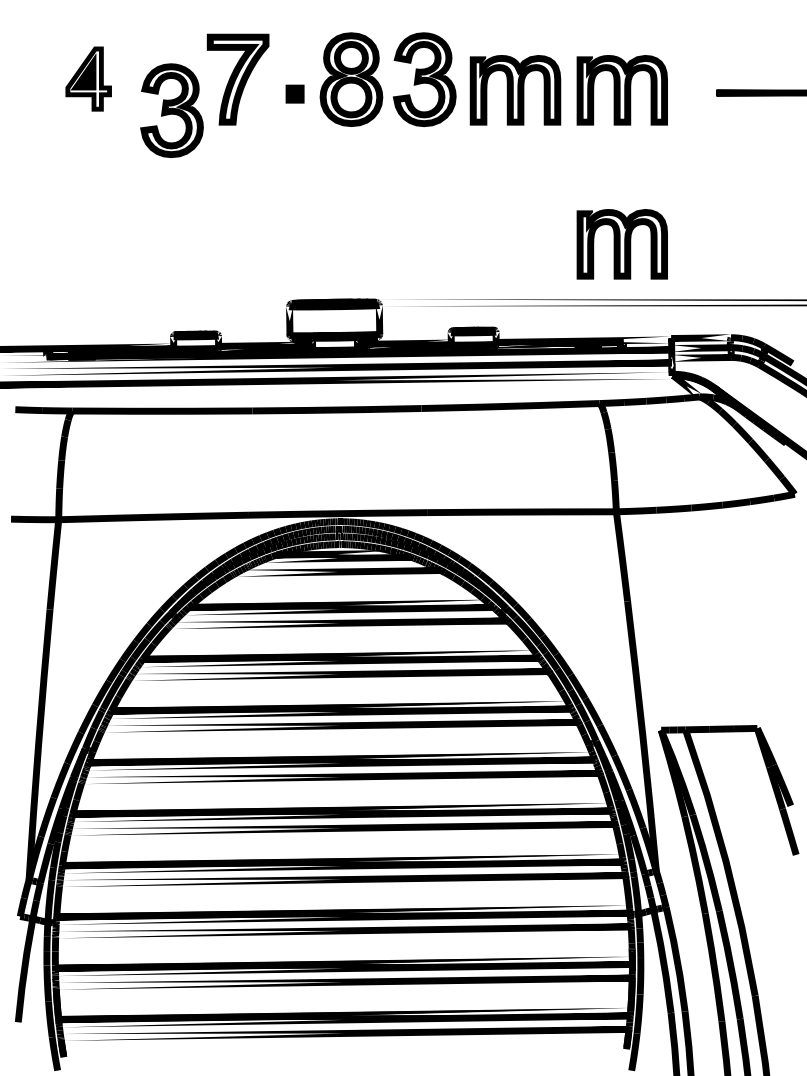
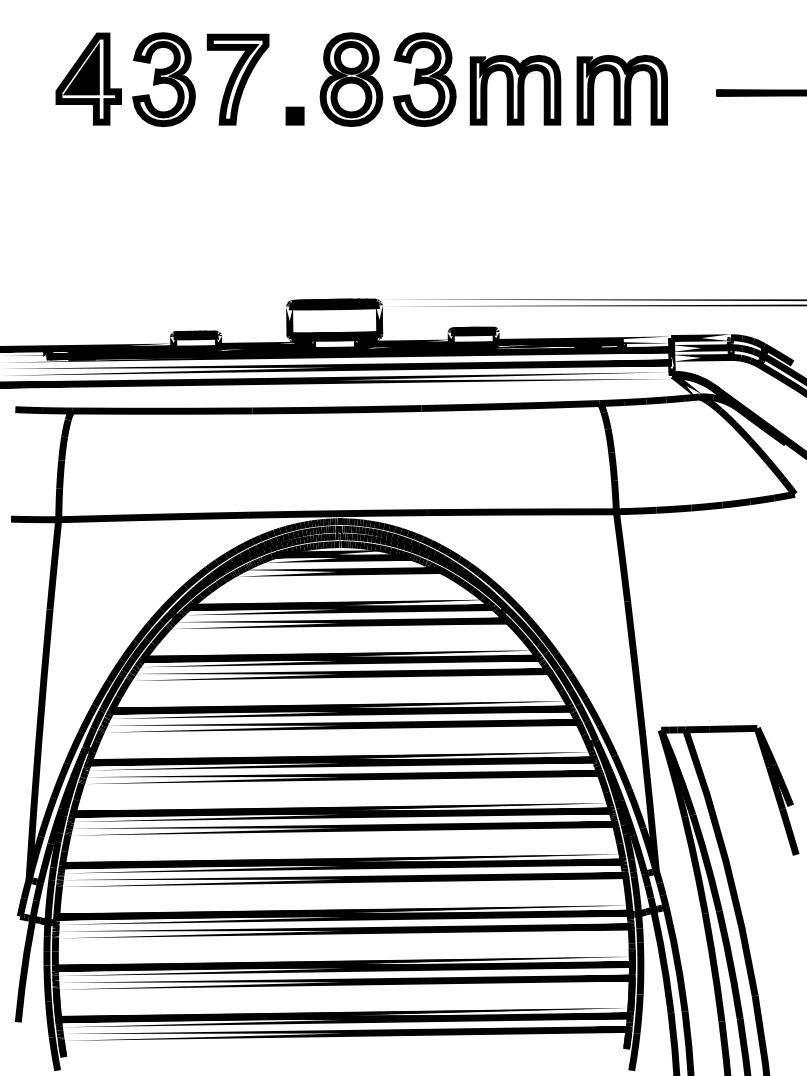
part at (88, 78) size: 47x66 px -> 67x94 px
part at (294, 93) position: (294, 93) -> (294, 115)
part at (171, 110) position: (171, 110) -> (163, 79)
part at (621, 244): present -> none
